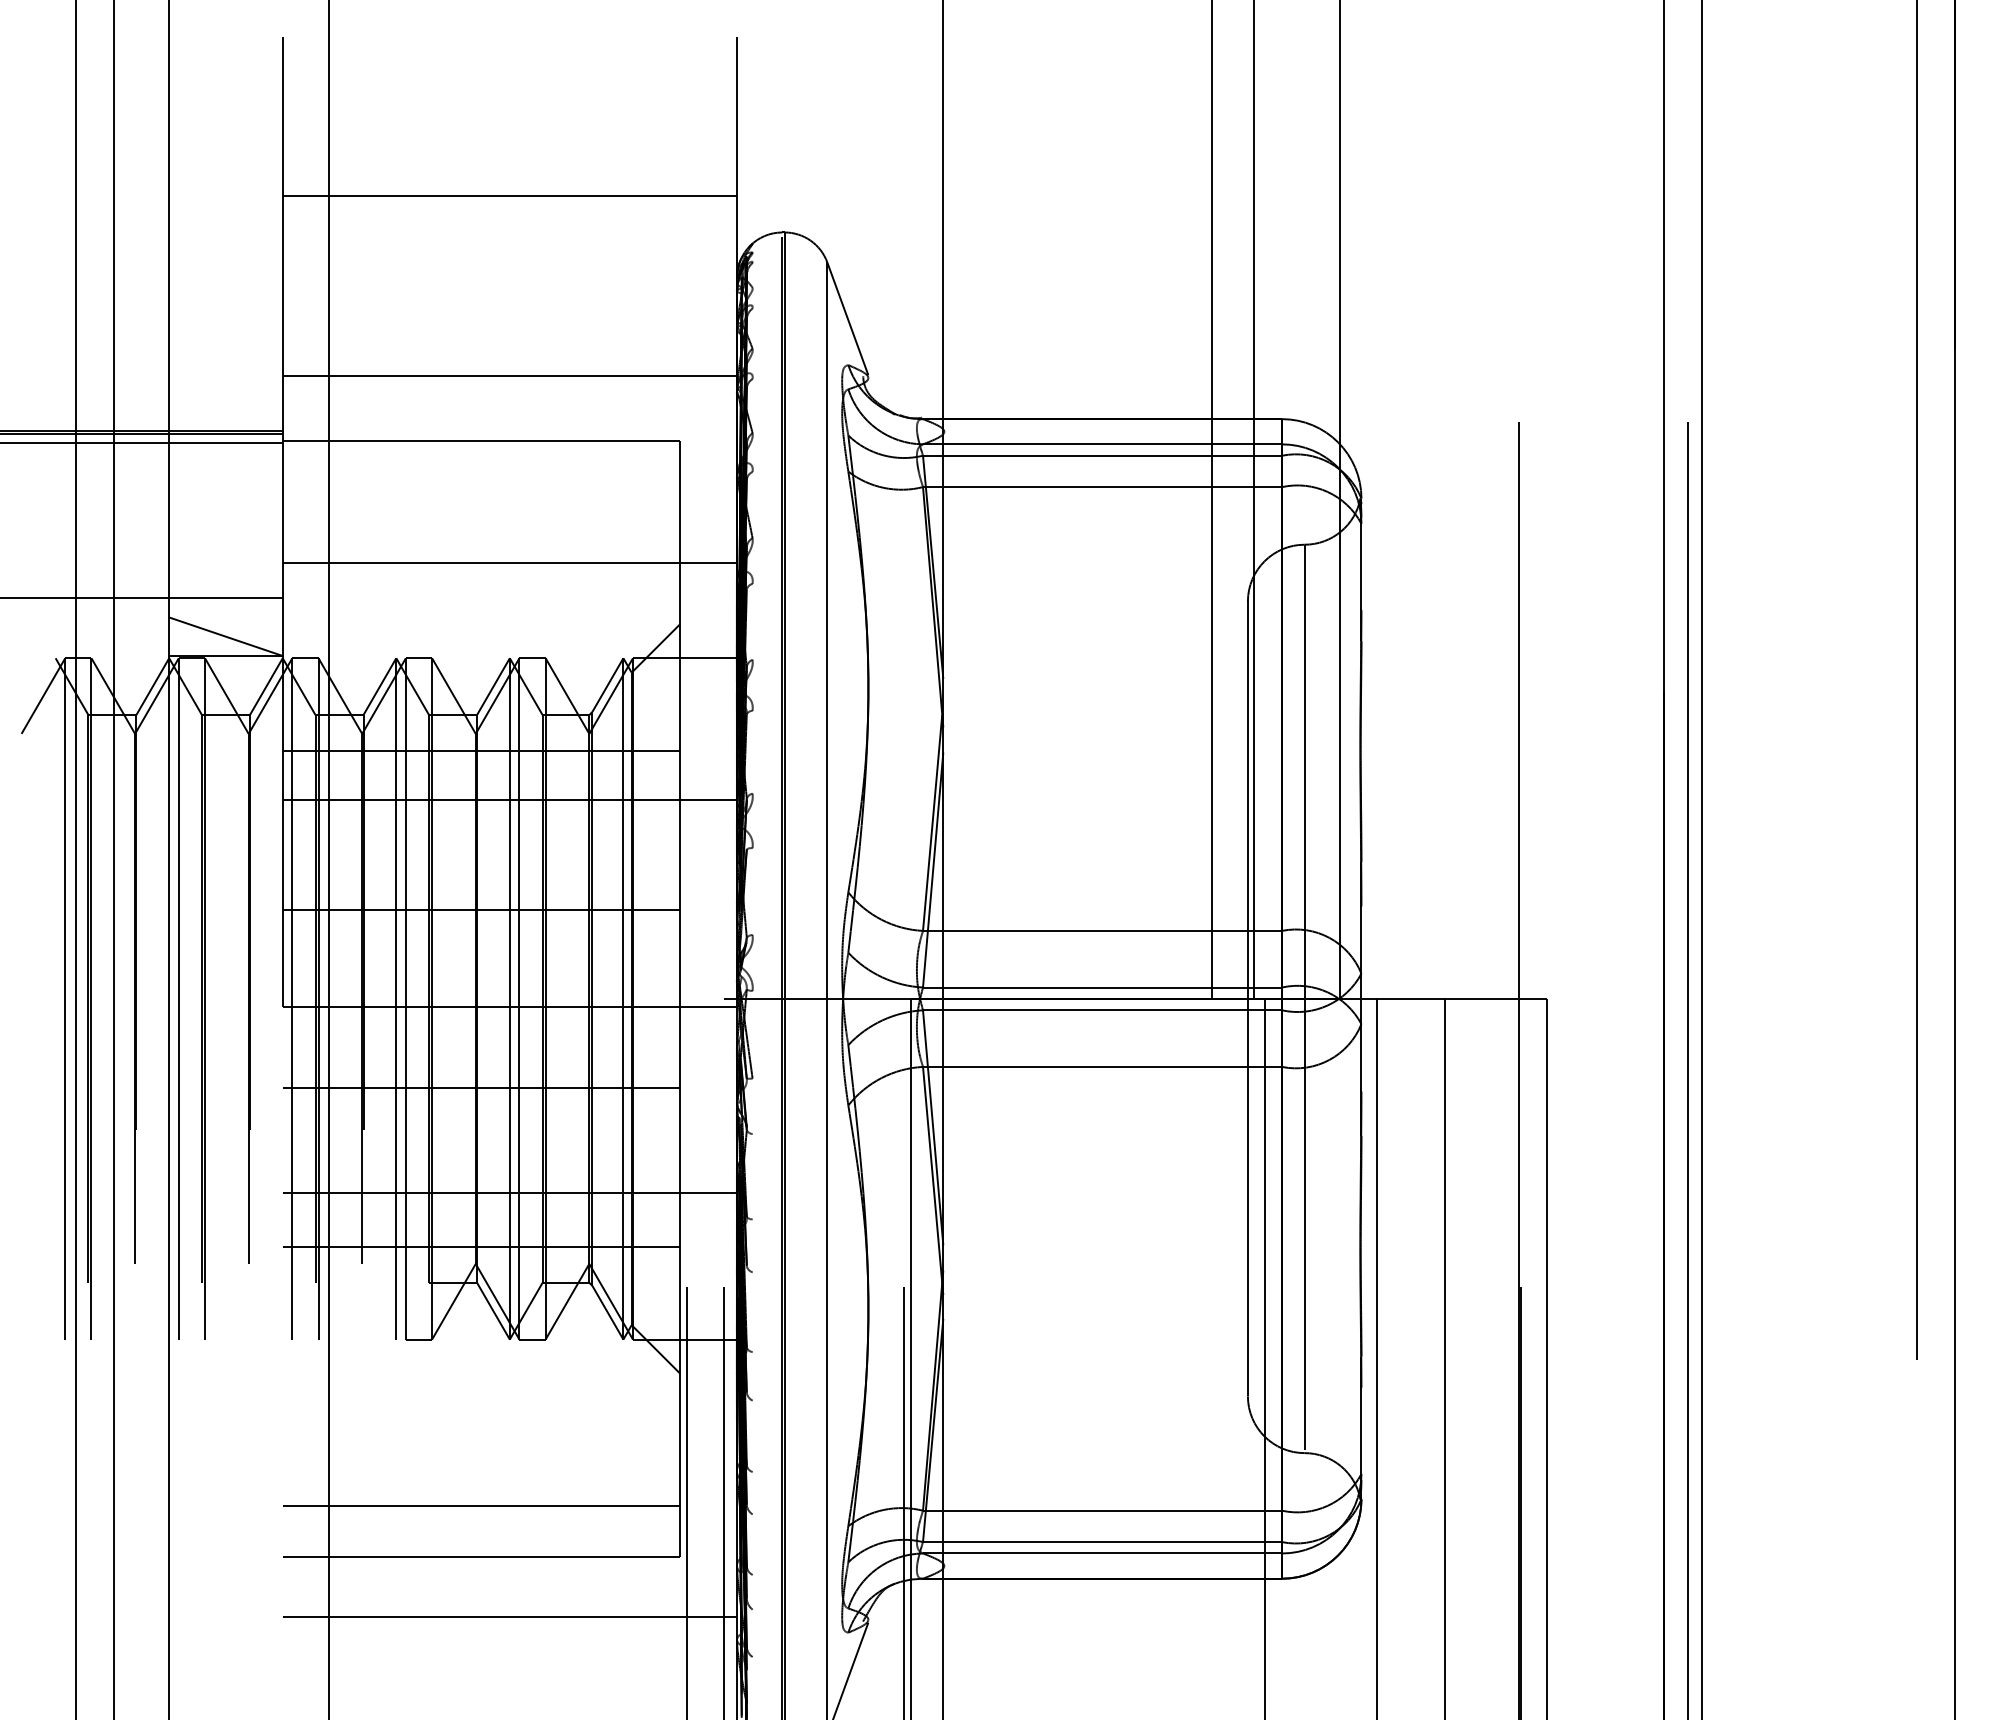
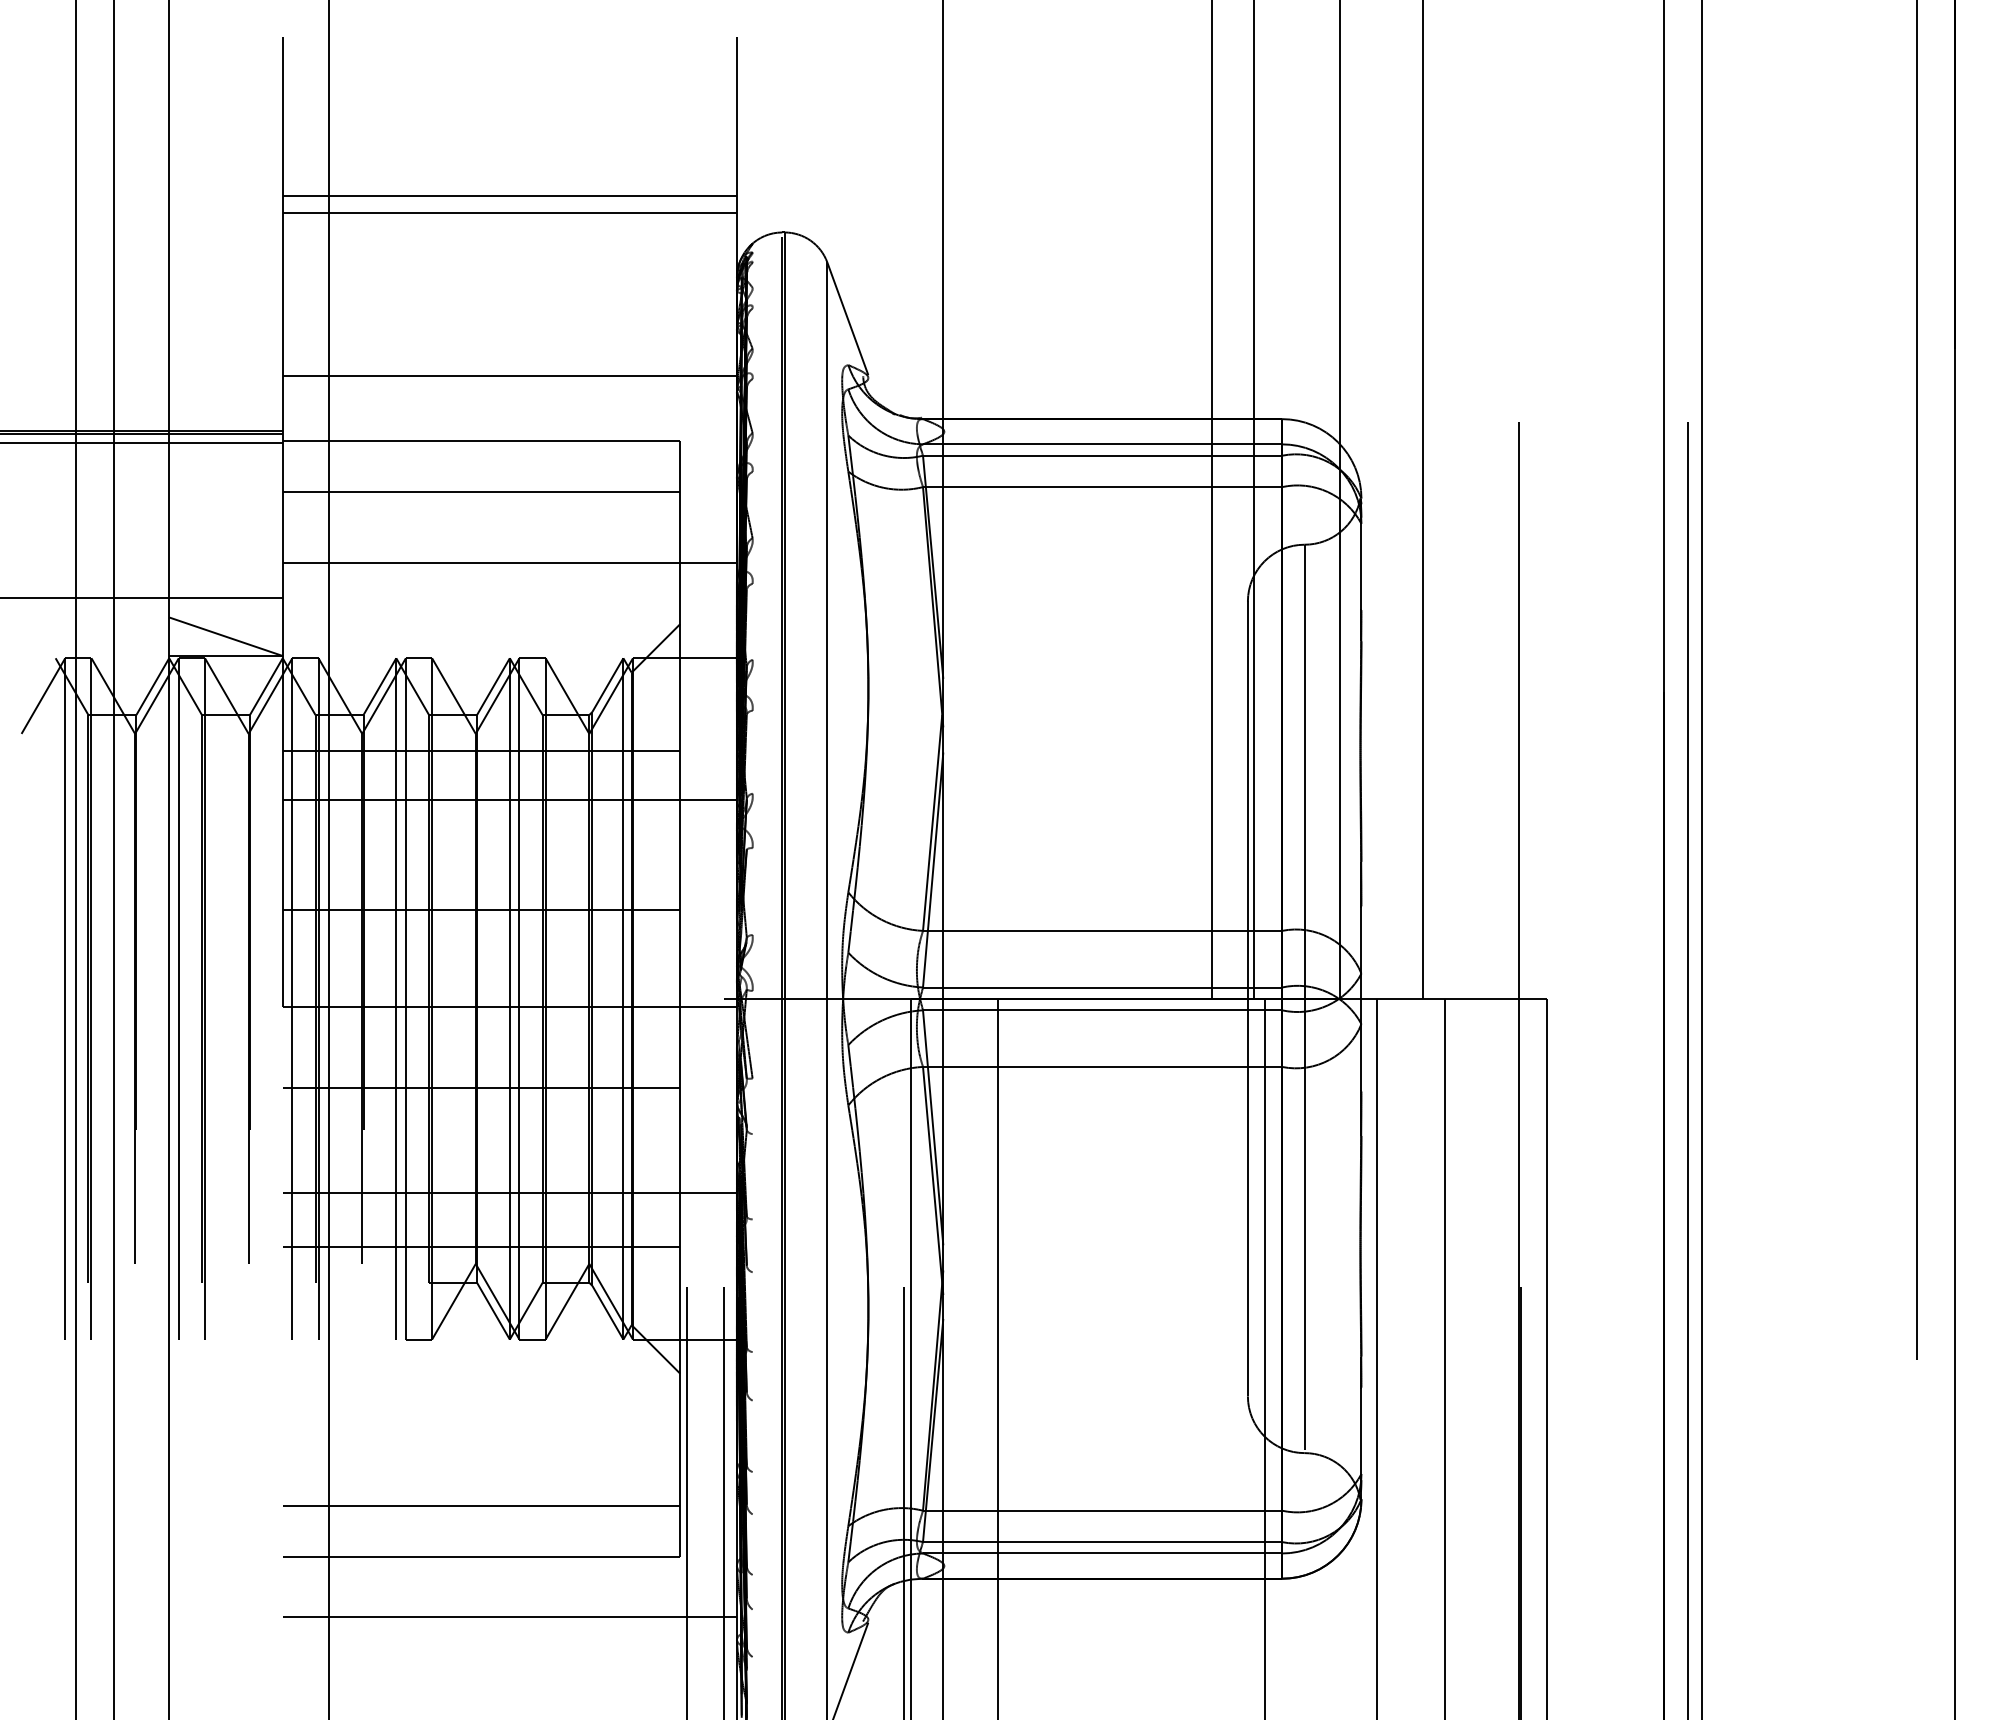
line at (509, 213): none -> present
line at (481, 491): none -> present
line at (1423, 500): none -> present
line at (997, 1357): none -> present
